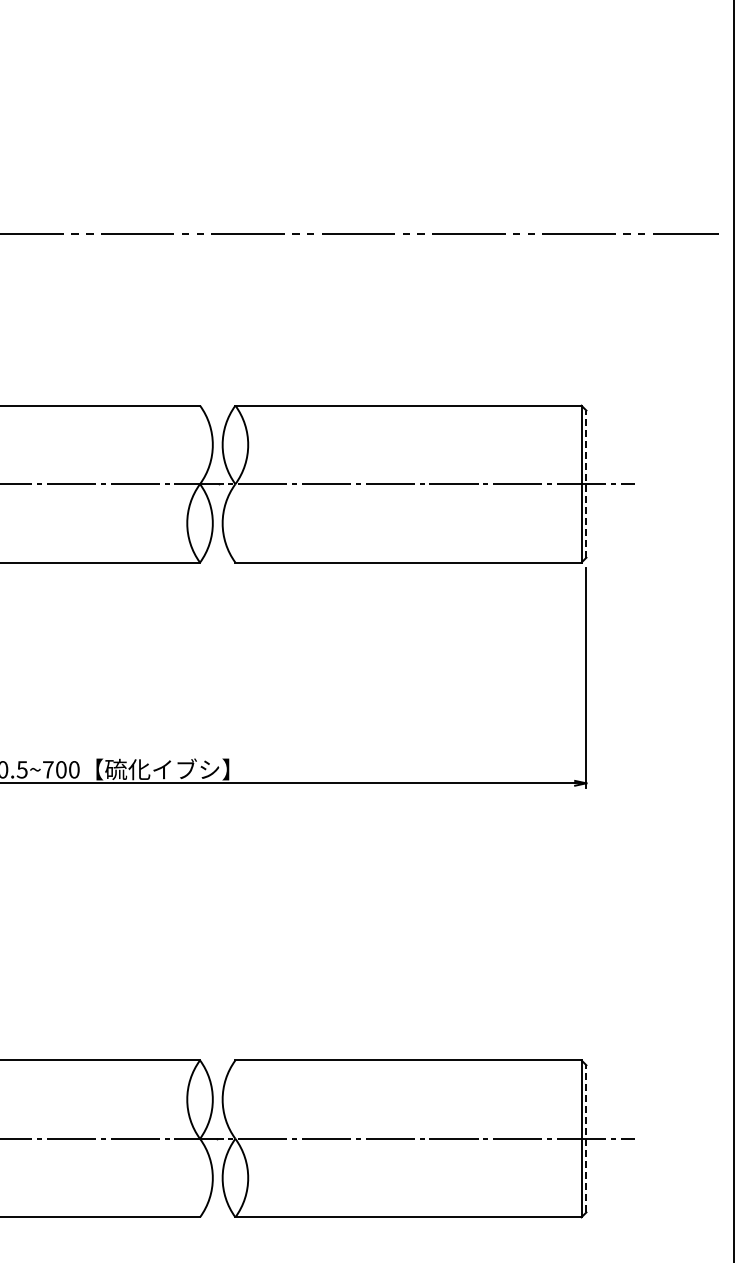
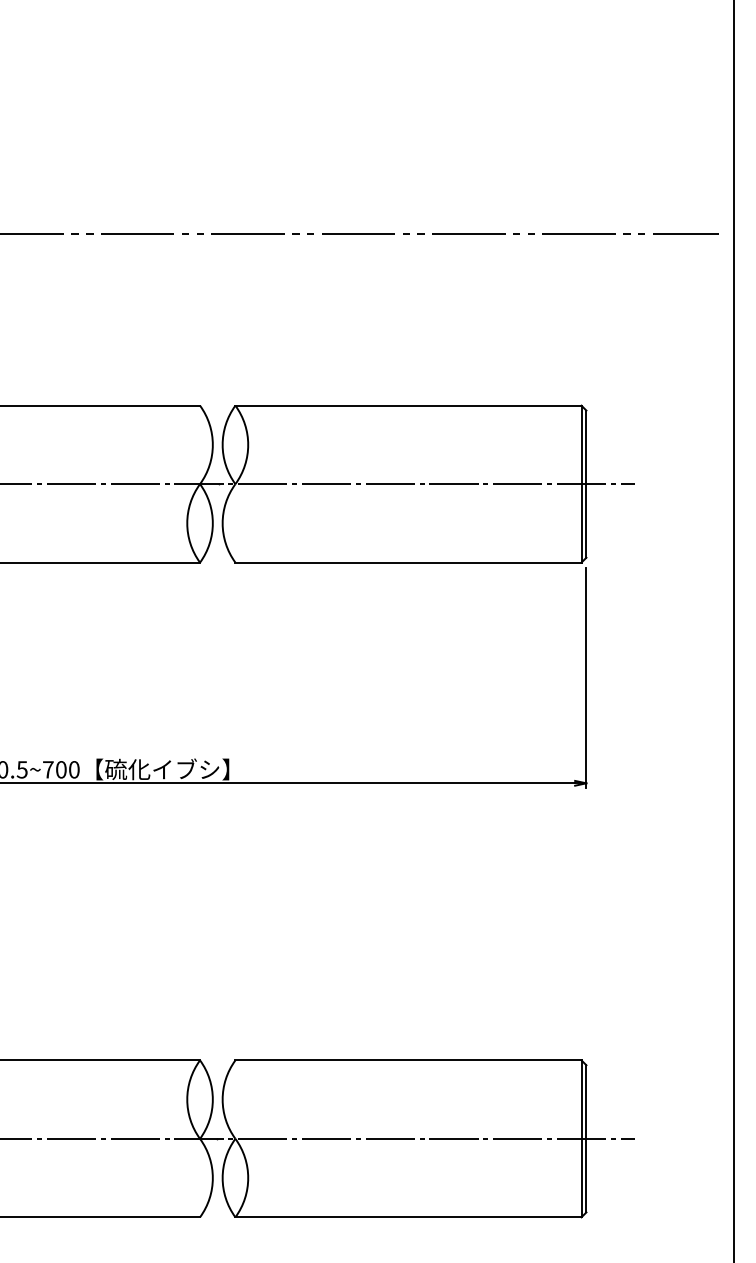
line at (586, 484): dashed -> solid
line at (586, 1138): dashed -> solid
